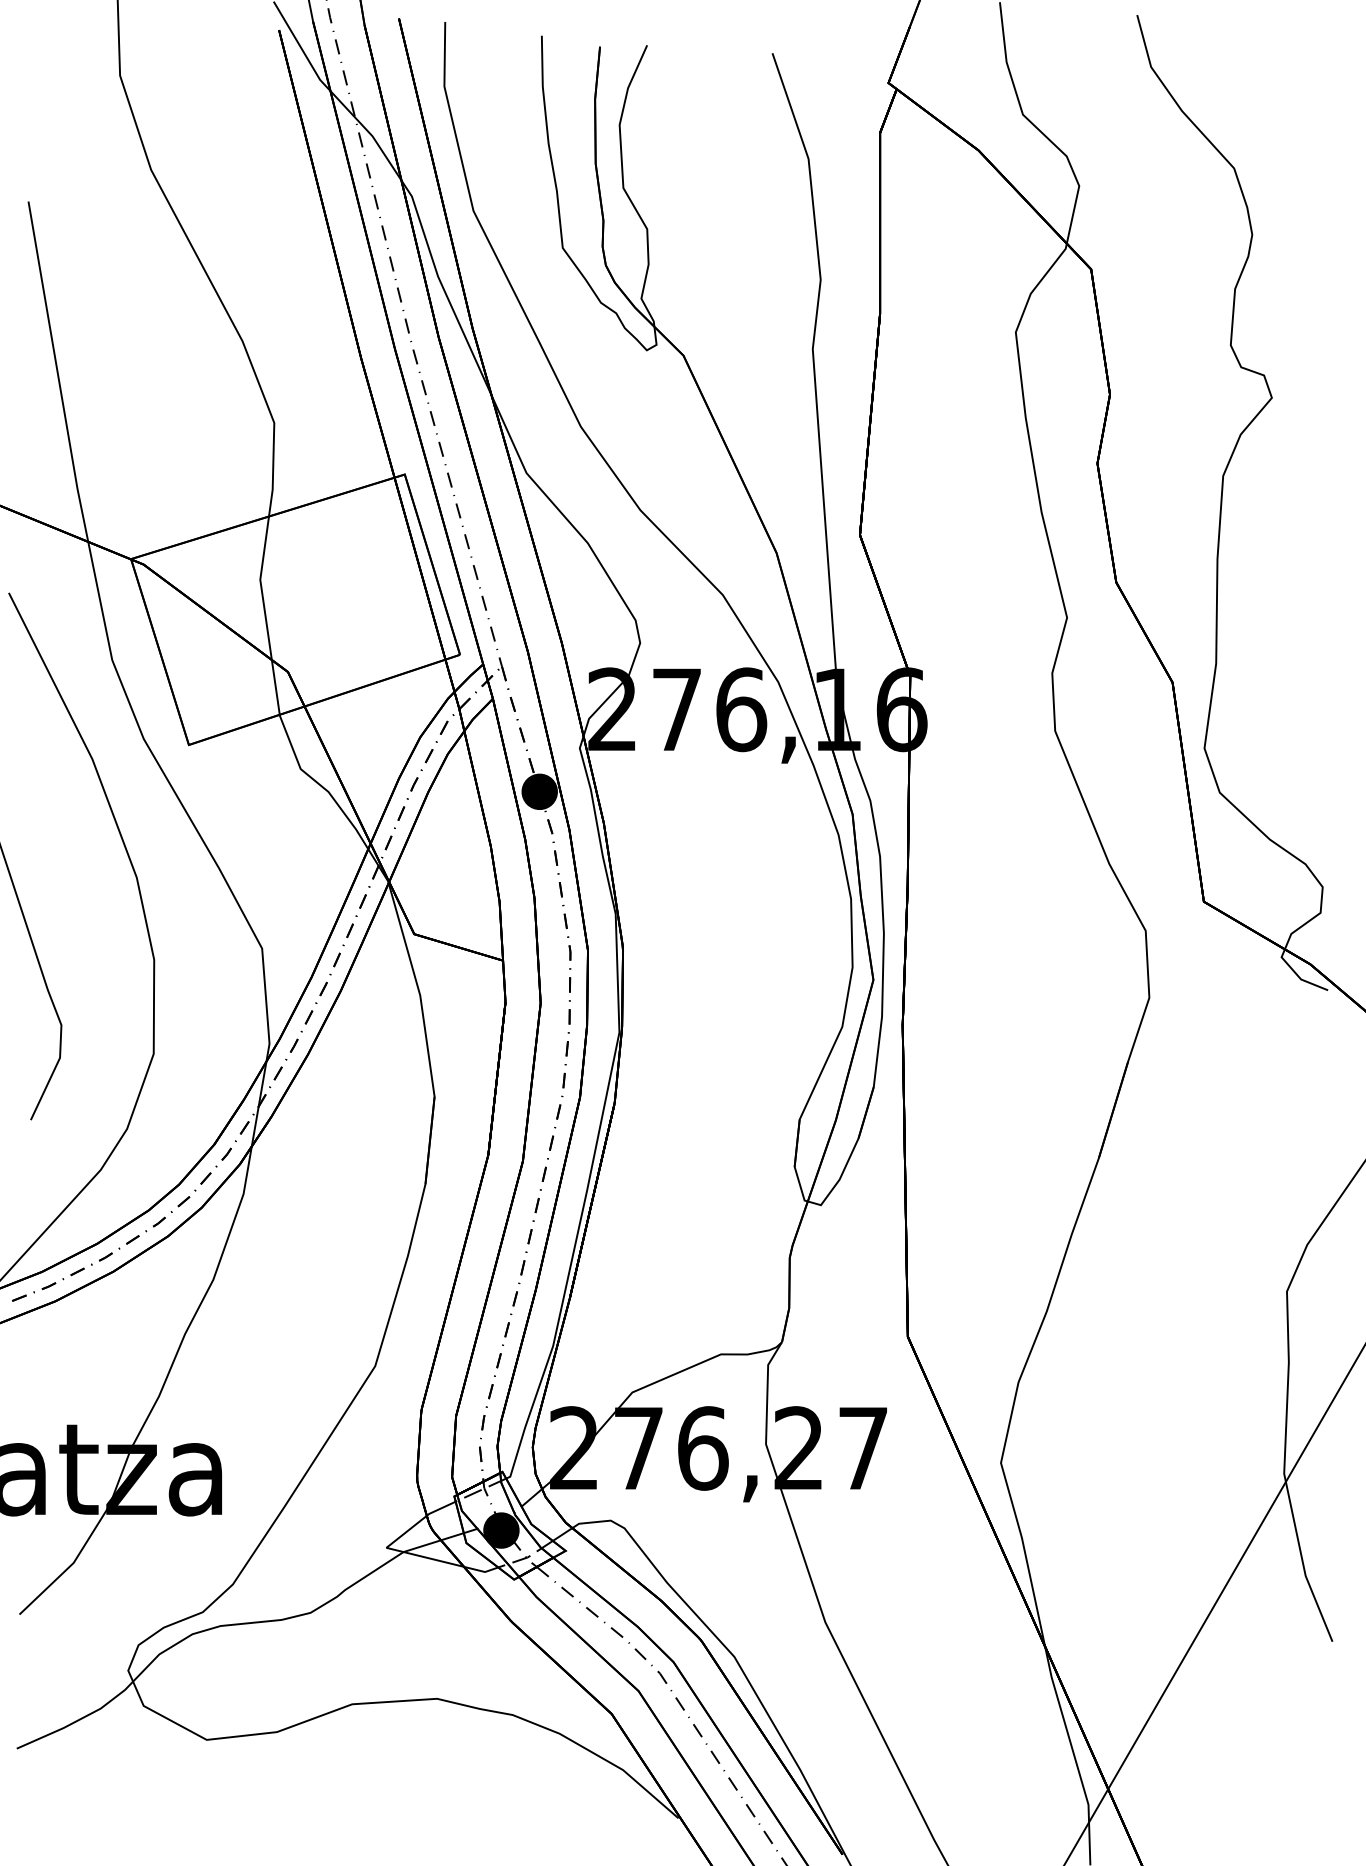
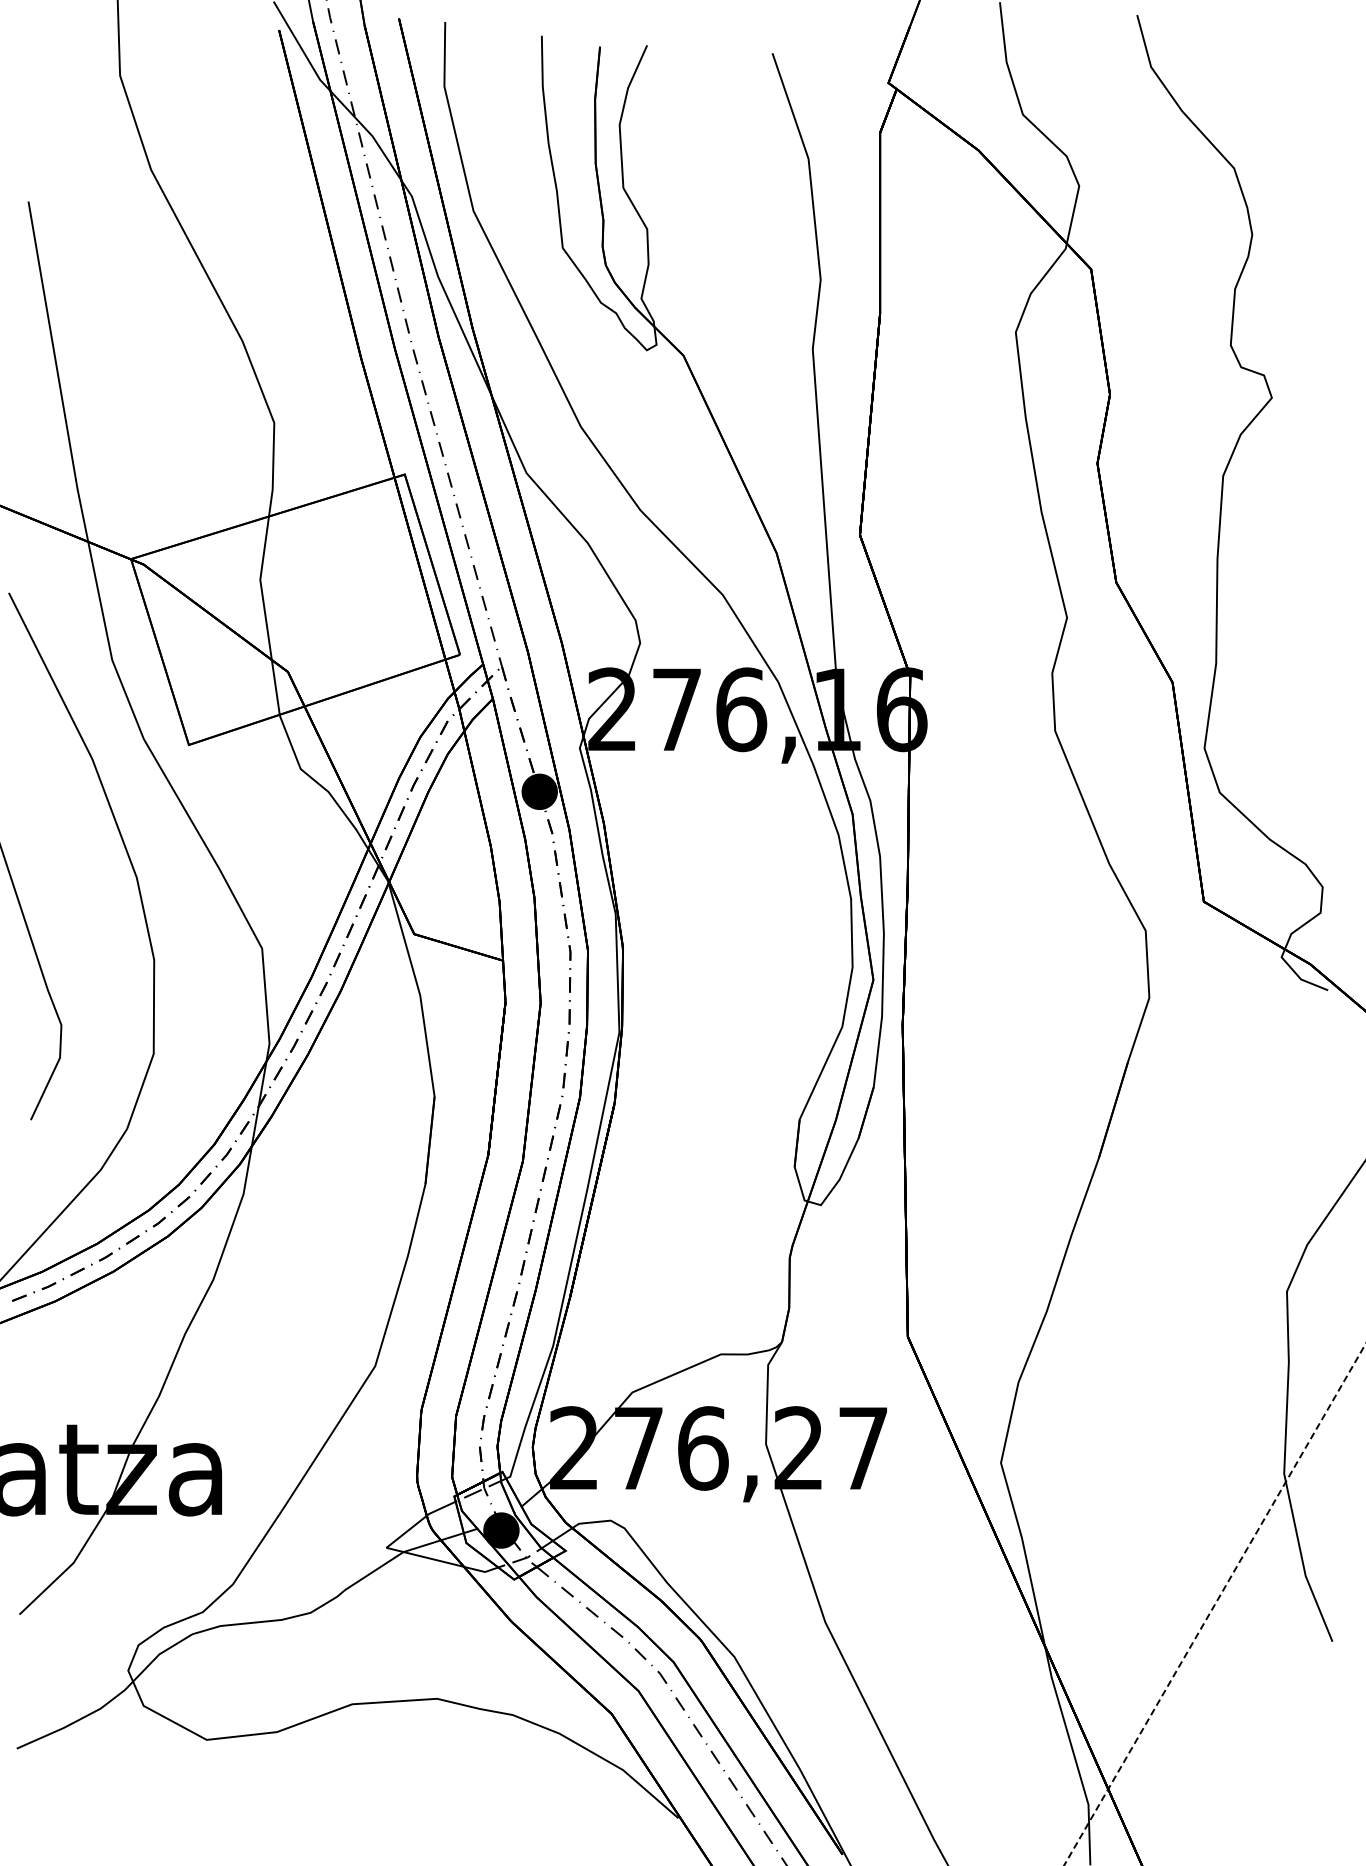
line at (1214, 1605): solid -> dashed
